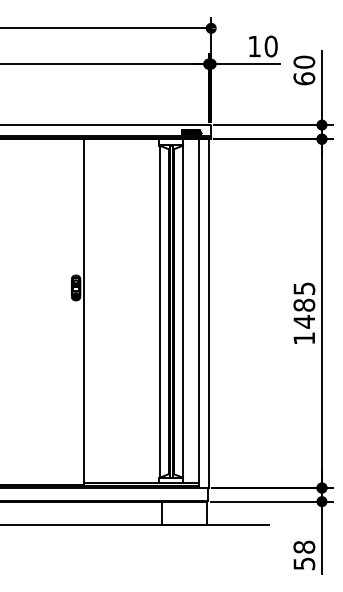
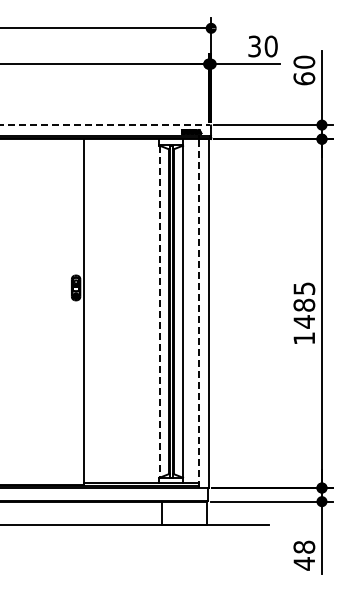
text at (254, 46): 10 -> 30
line at (105, 125): solid -> dashed
line at (160, 311): solid -> dashed
line at (198, 313): solid -> dashed
text at (304, 563): 58 -> 48
